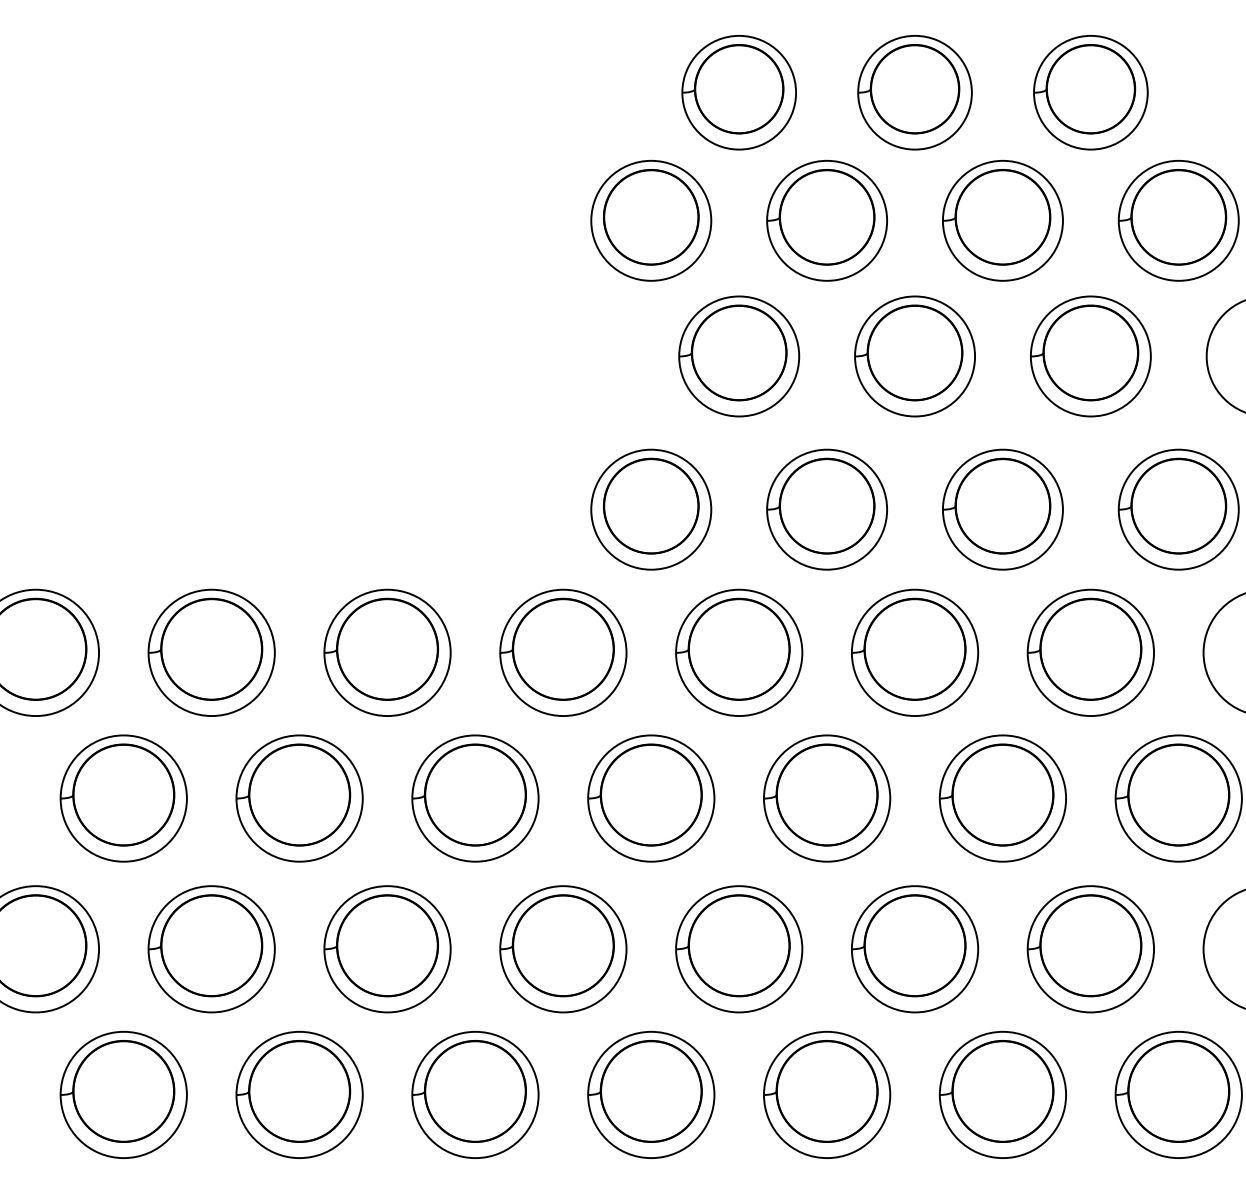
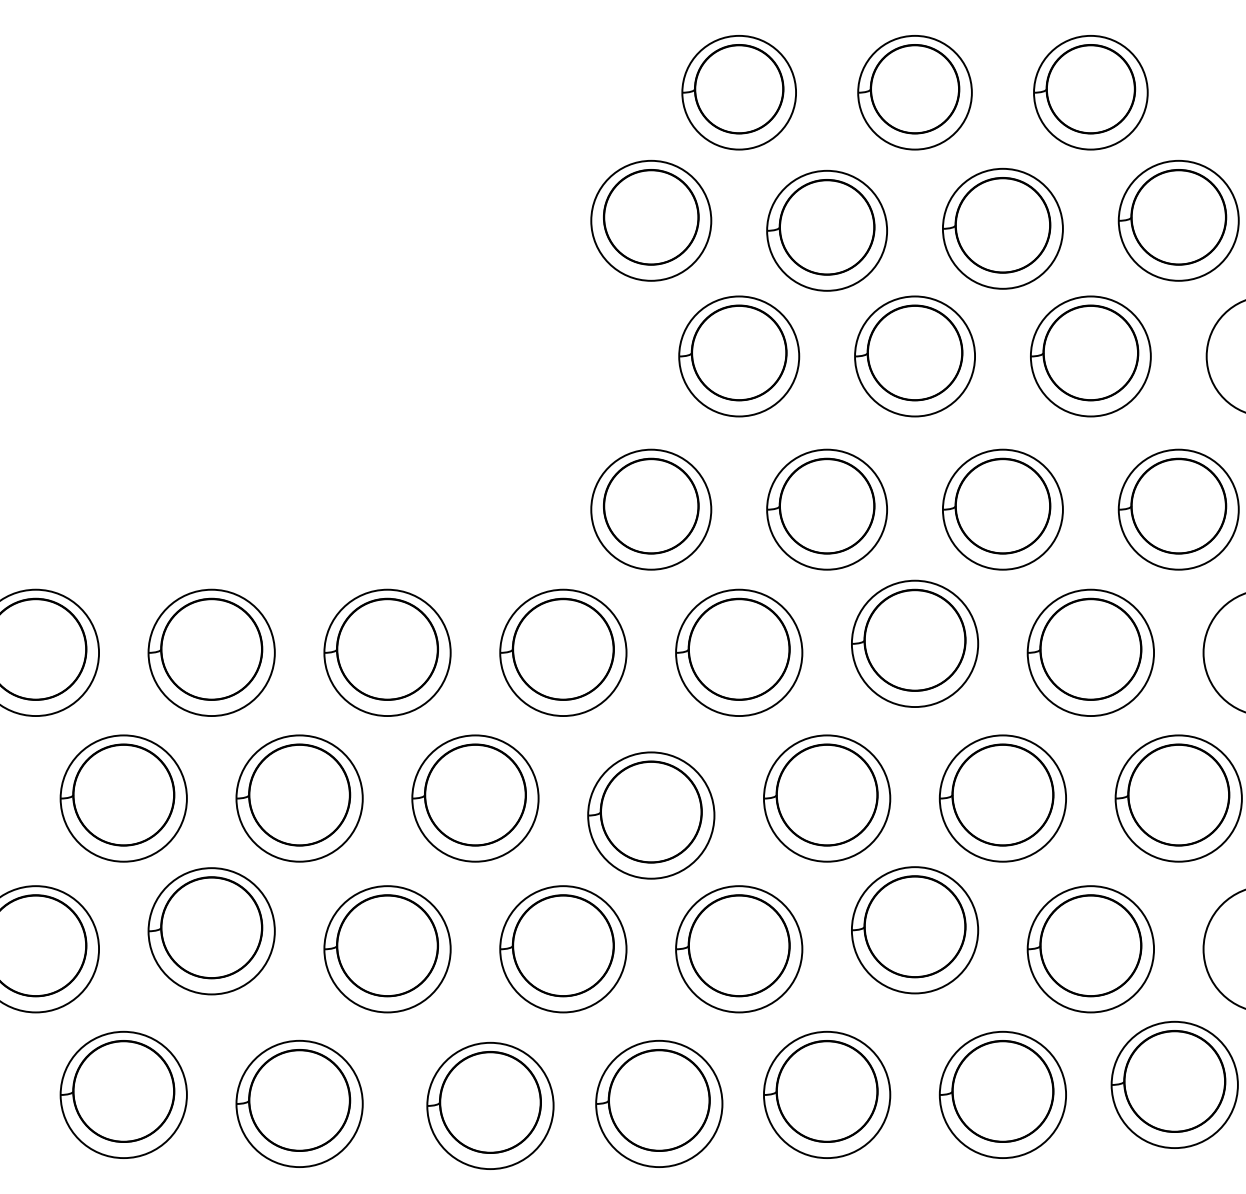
part at (826, 220) position: (826, 220) -> (826, 230)
part at (1002, 220) position: (1002, 220) -> (1002, 228)
part at (915, 652) position: (915, 652) -> (915, 643)
part at (651, 798) position: (651, 798) -> (651, 815)
part at (211, 949) position: (211, 949) -> (211, 931)
part at (915, 949) position: (915, 949) -> (915, 930)
part at (299, 1094) position: (299, 1094) -> (299, 1103)
part at (475, 1094) position: (475, 1094) -> (490, 1105)
part at (651, 1094) position: (651, 1094) -> (659, 1103)
part at (1178, 1094) position: (1178, 1094) -> (1174, 1084)
